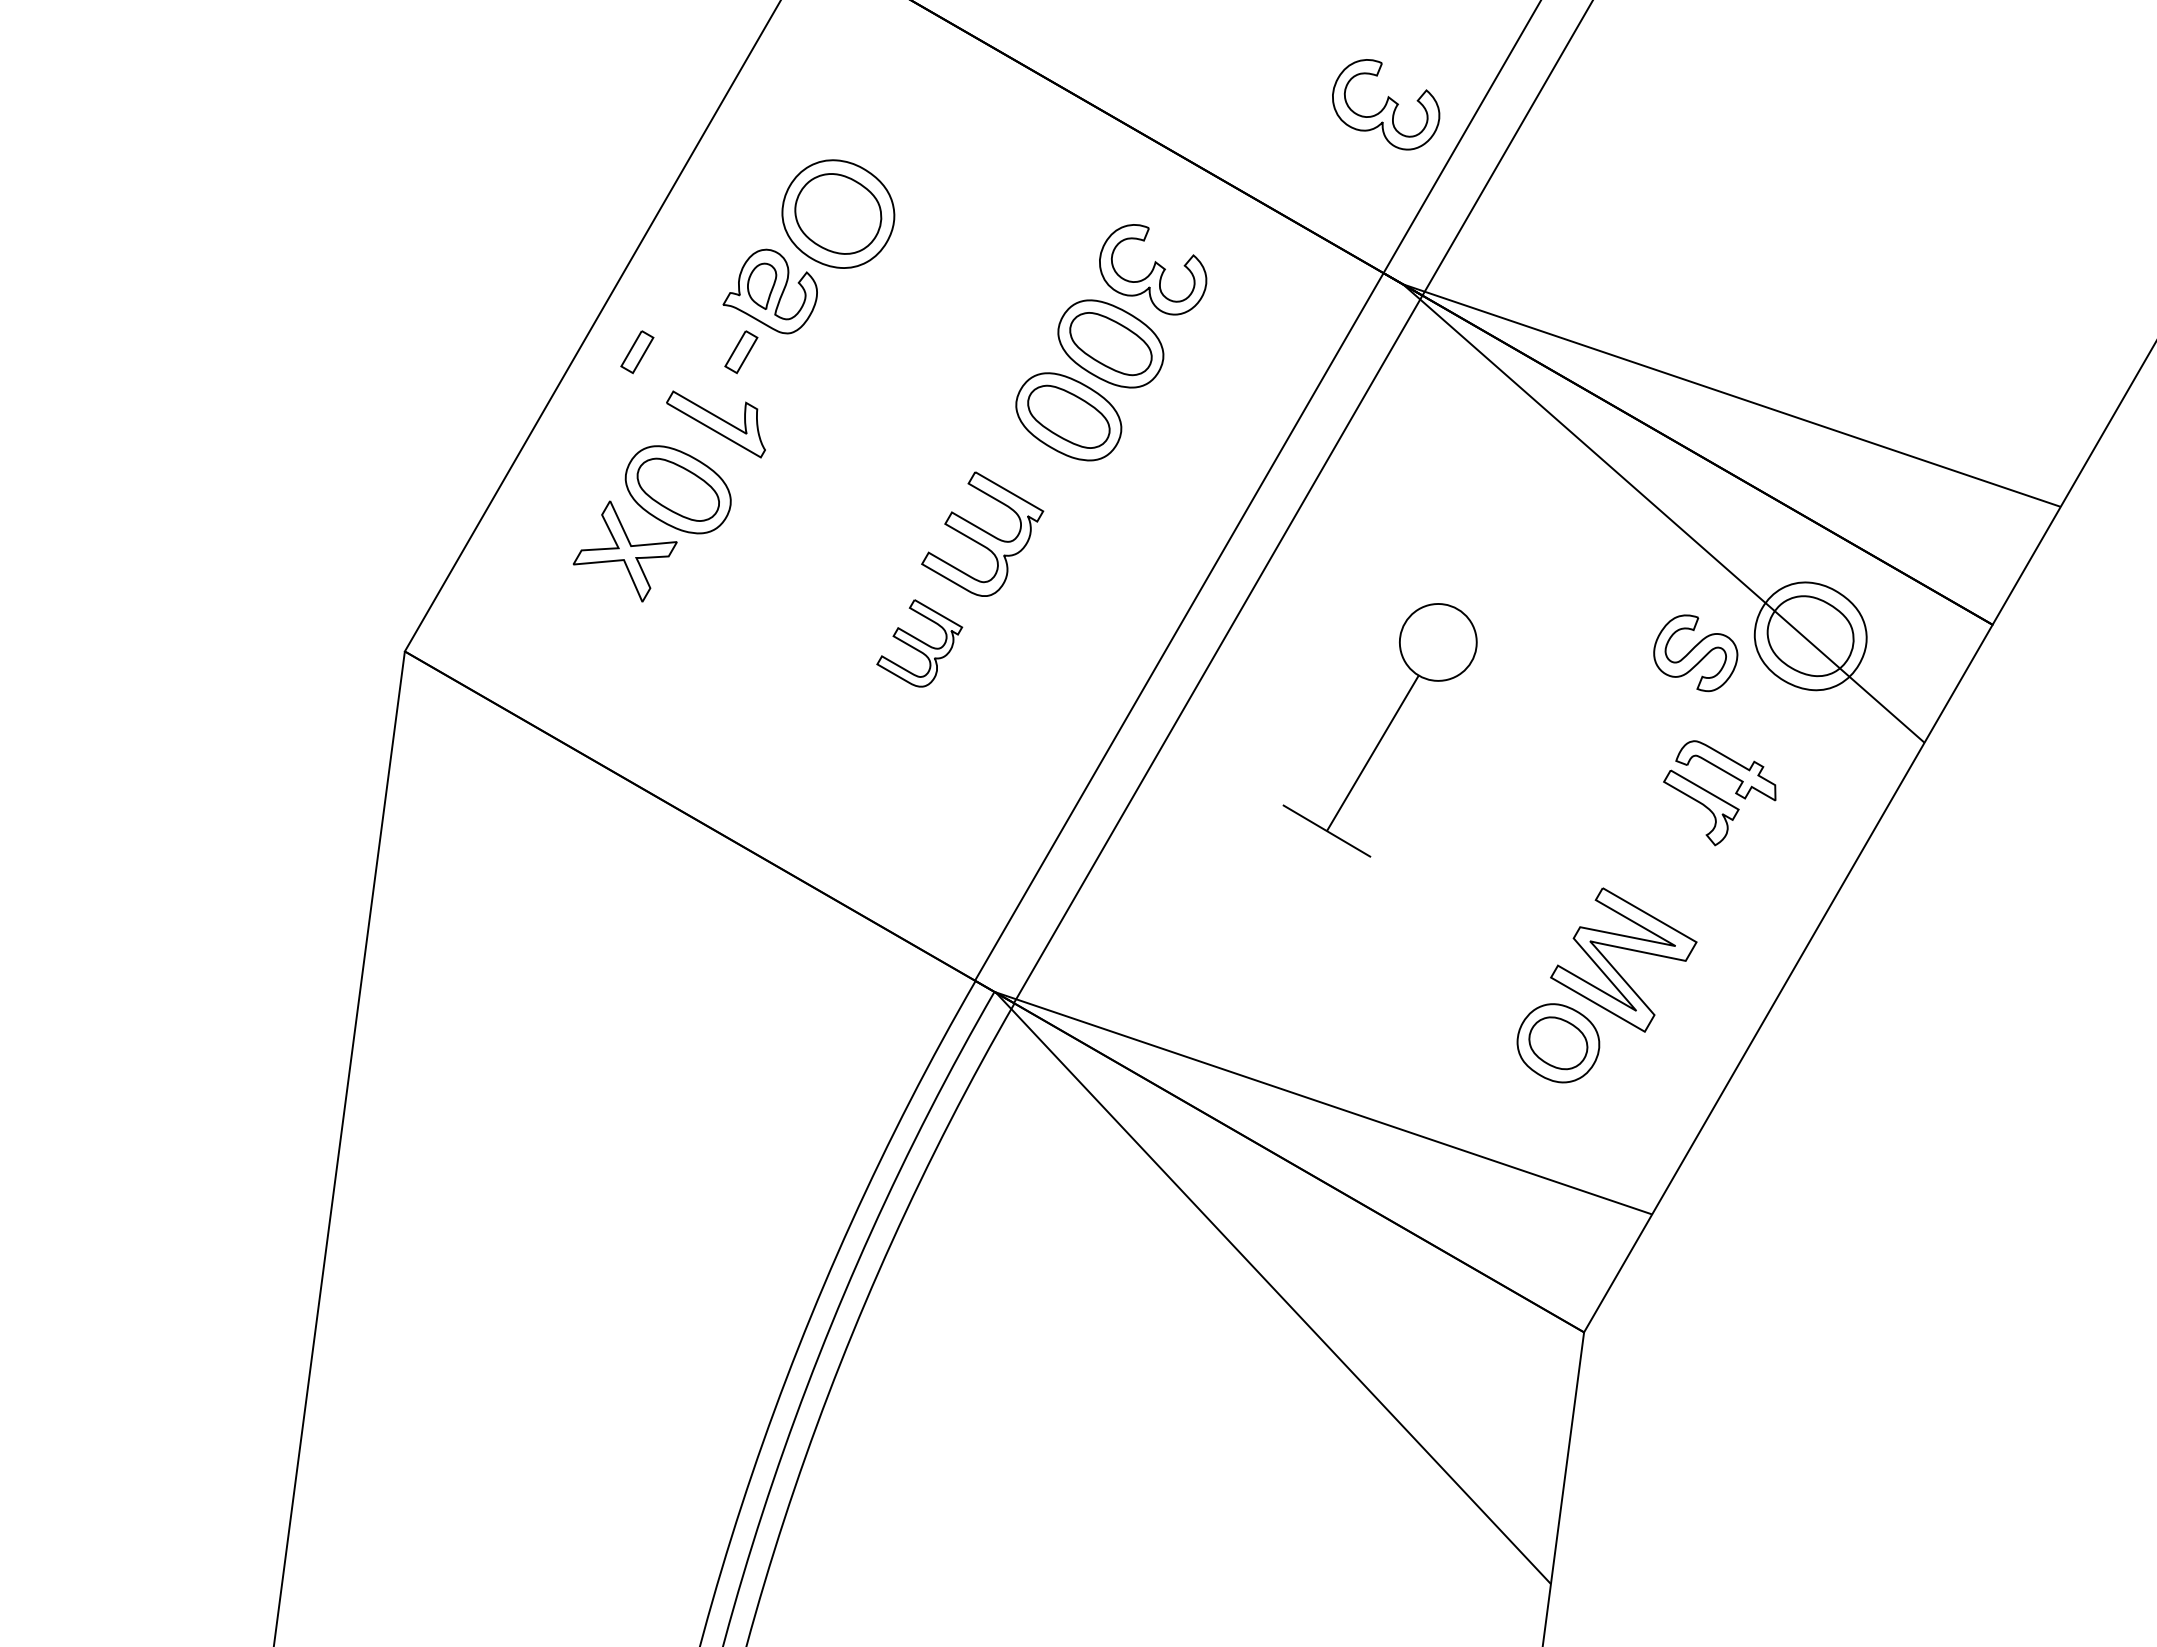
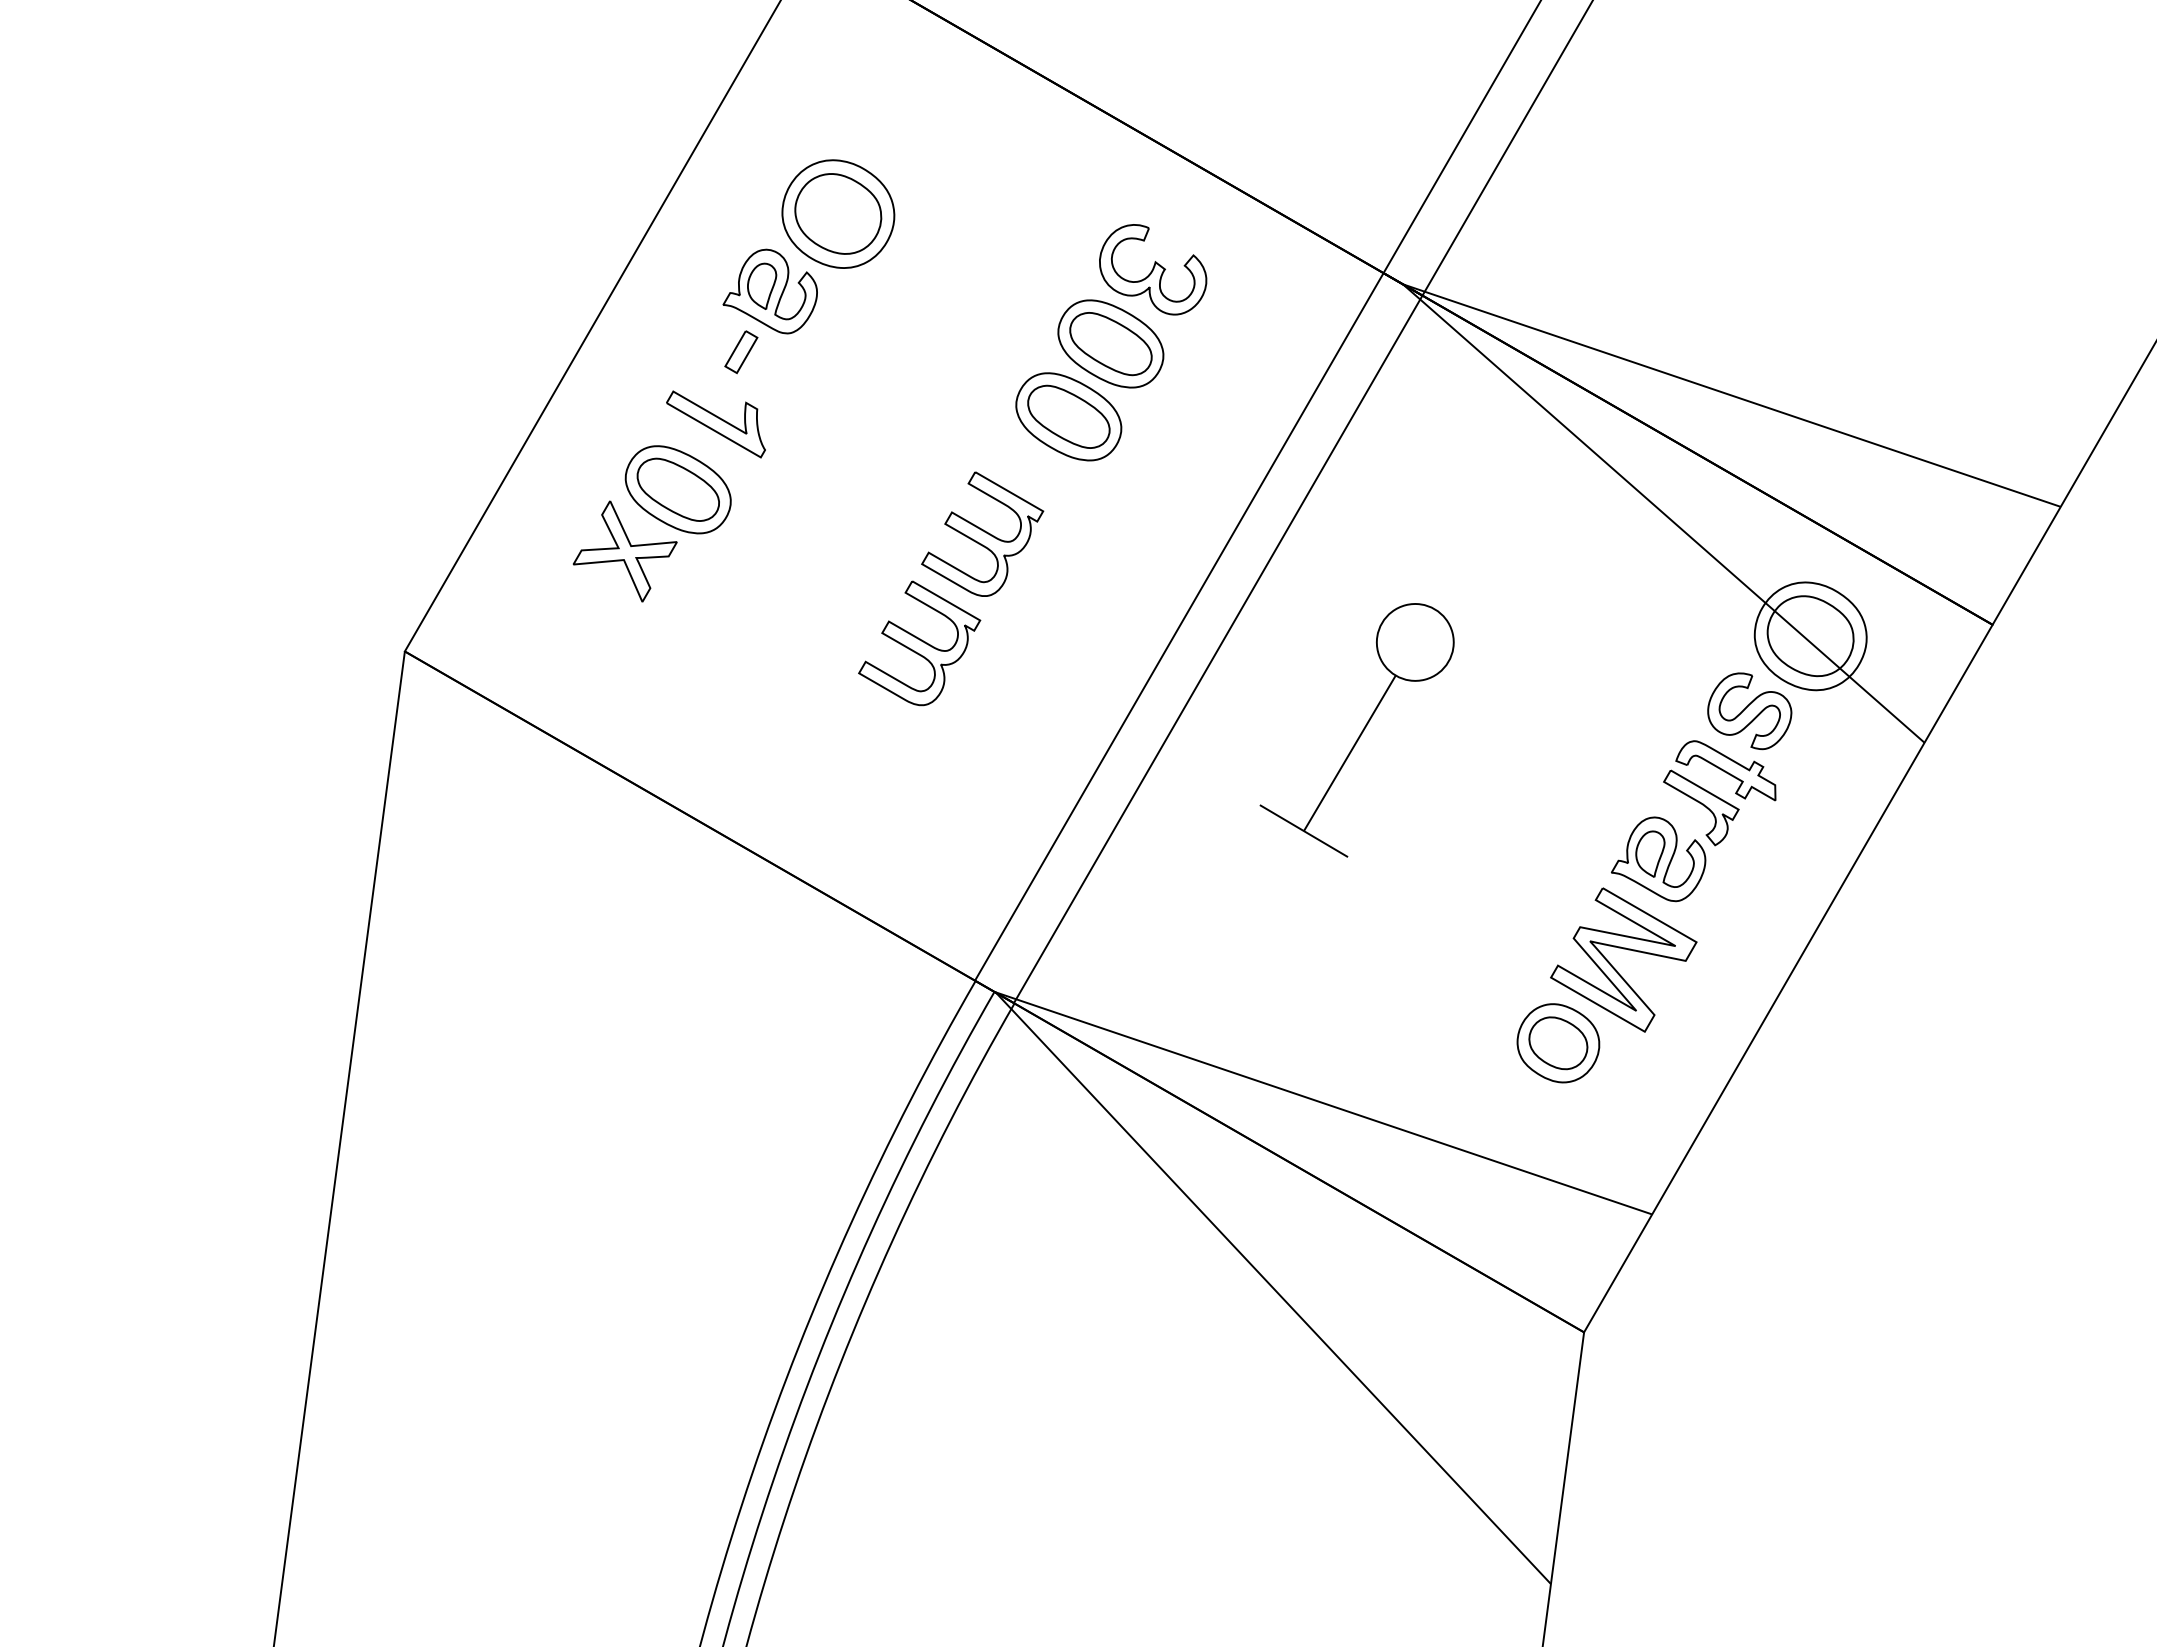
part at (1386, 104): present -> none
part at (637, 352): present -> none
part at (919, 643) size: 88x89 px -> 124x127 px
part at (1695, 653) position: (1695, 653) -> (1749, 711)
part at (1379, 730) position: (1379, 730) -> (1356, 730)
part at (1658, 859): none -> present
